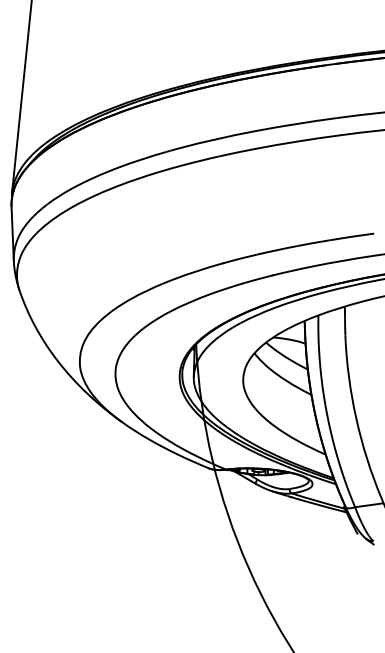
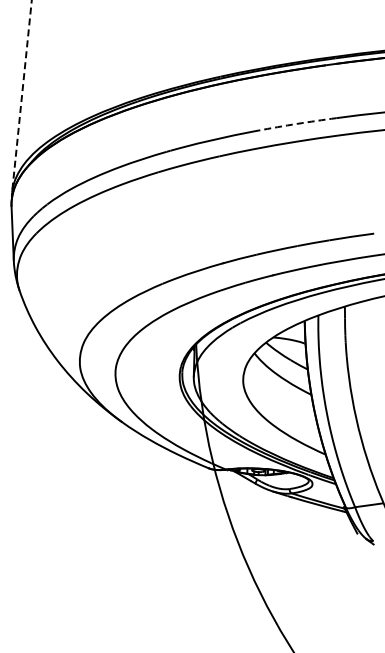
line at (21, 97): solid -> dashed
arc at (297, 123): solid -> dashed
